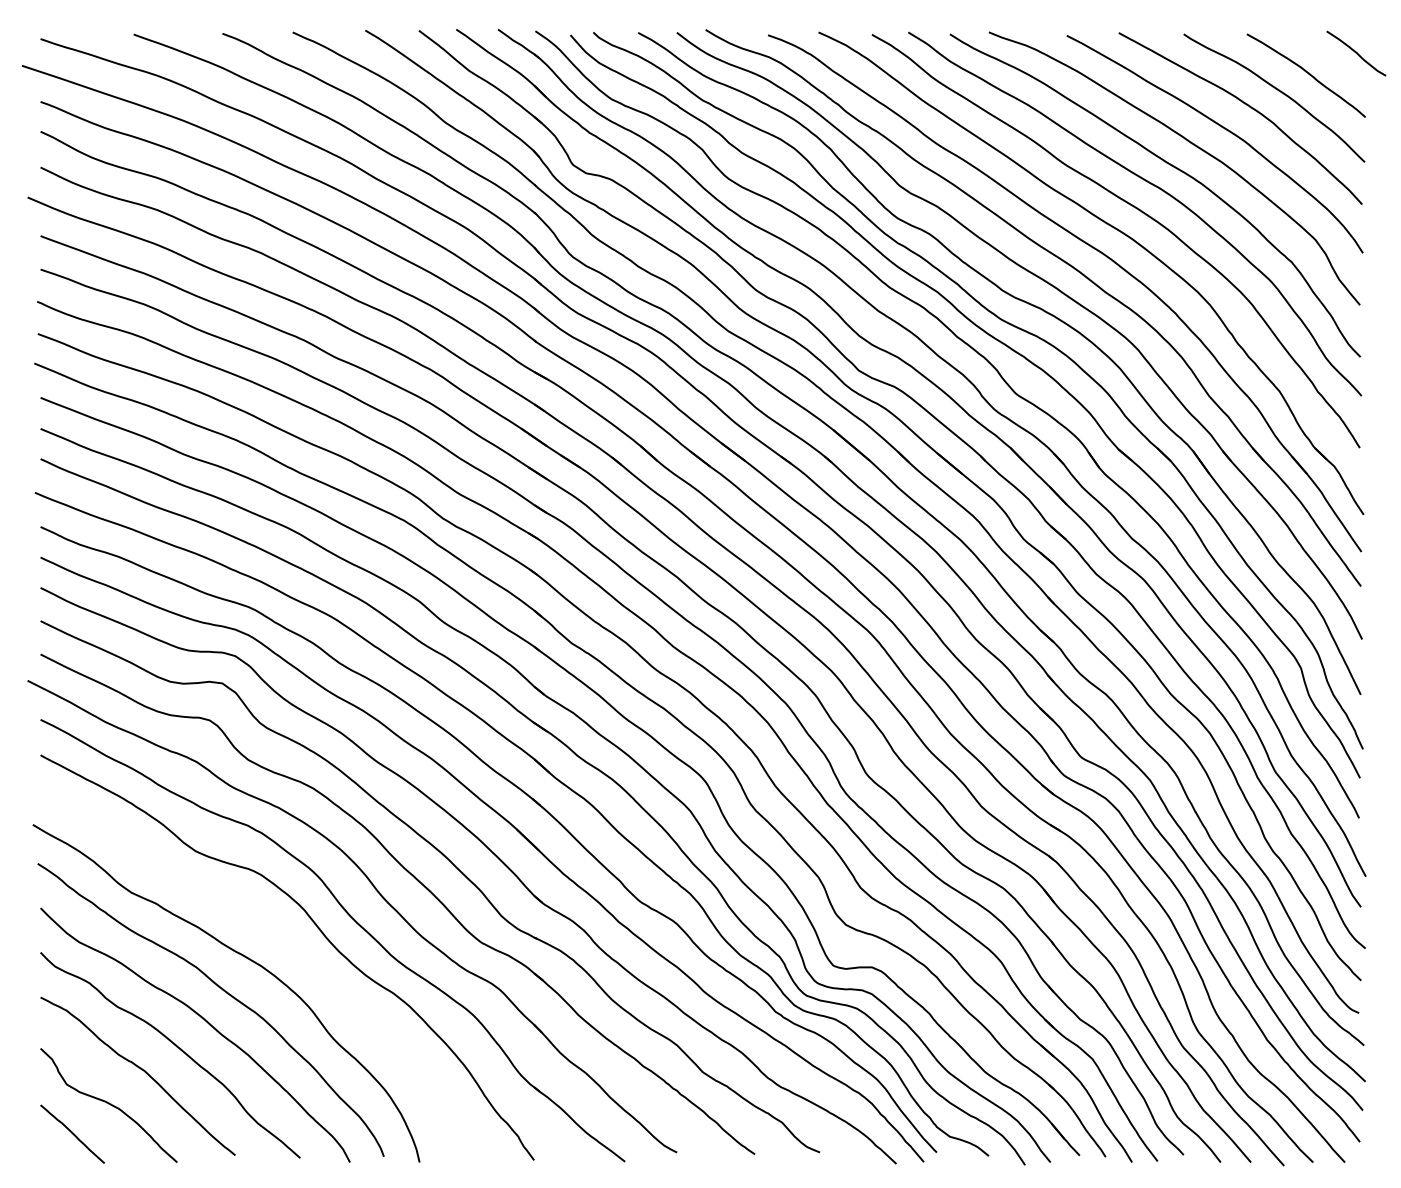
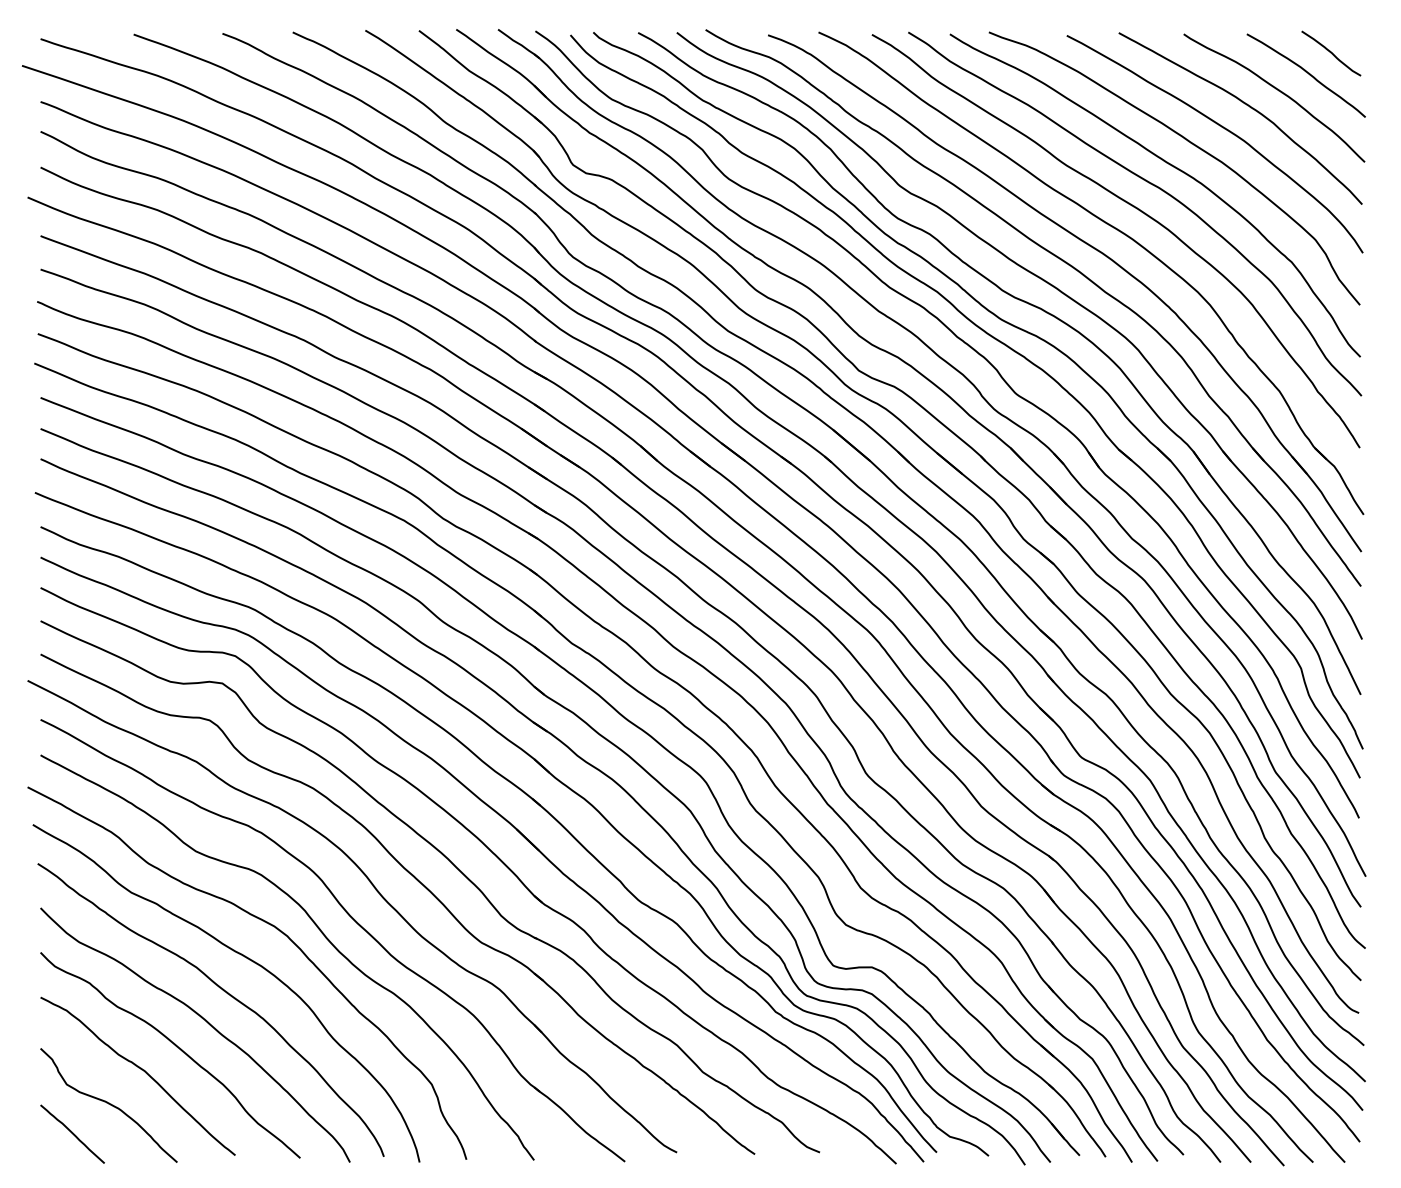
curve at (1356, 53) position: (1356, 53) -> (1331, 53)
curve at (280, 932): none -> present
